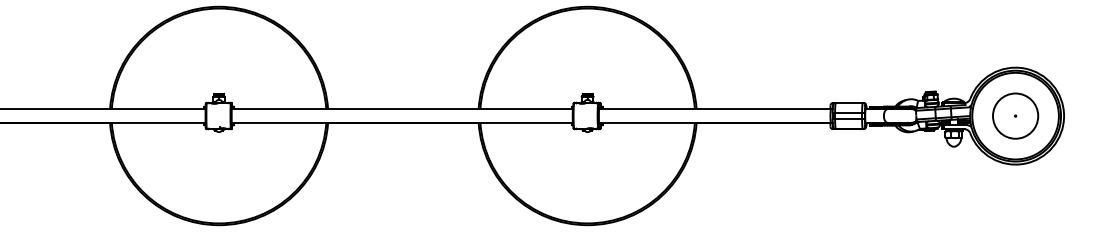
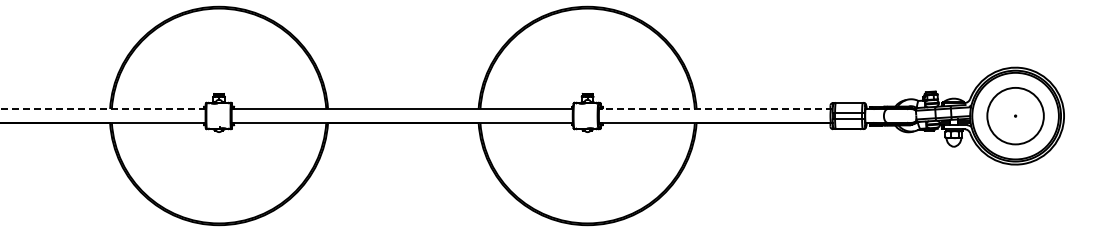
line at (102, 109): solid -> dashed
line at (715, 109): solid -> dashed
circle at (1015, 115) diameter: 45 px -> 57 px
